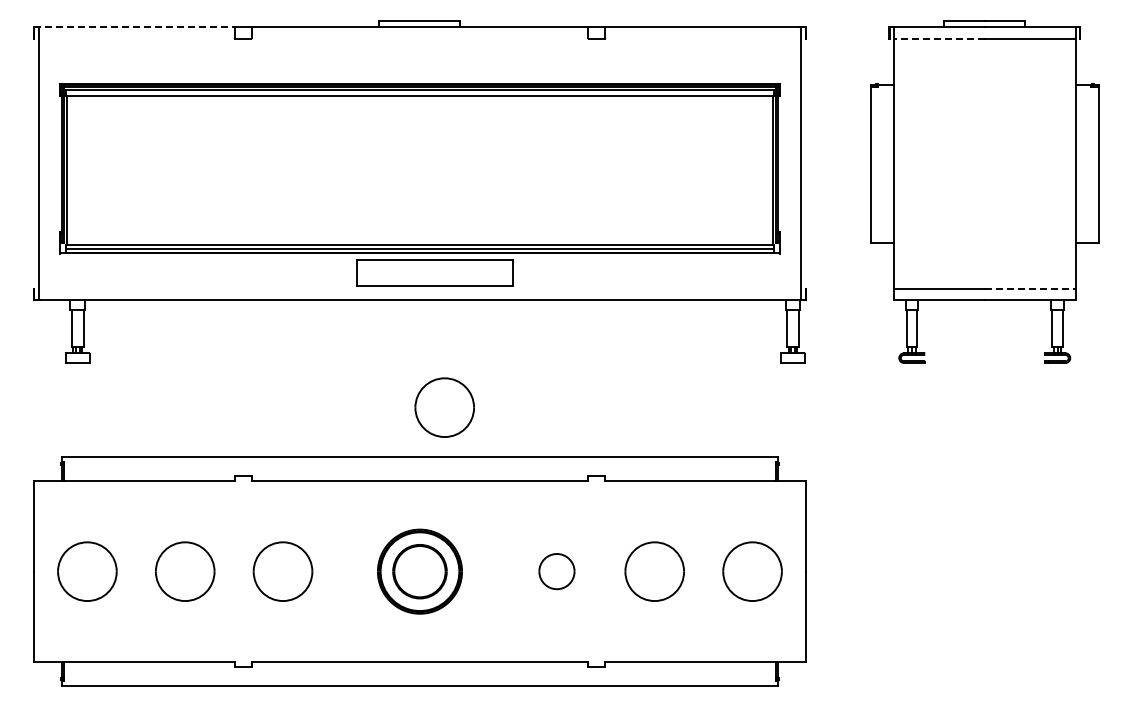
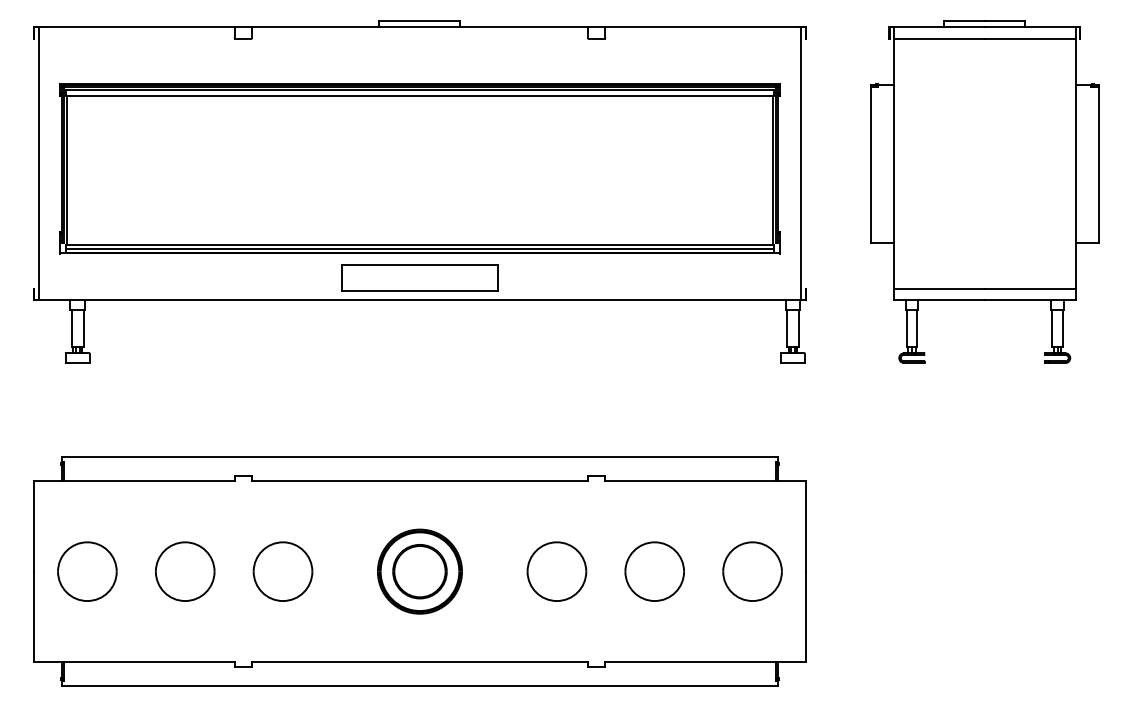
line at (134, 26): dashed -> solid
line at (939, 38): dashed -> solid
part at (434, 272) position: (434, 272) -> (419, 277)
line at (1029, 288): dashed -> solid
part at (444, 407): present -> none
part at (556, 571) size: 38x38 px -> 62x61 px
